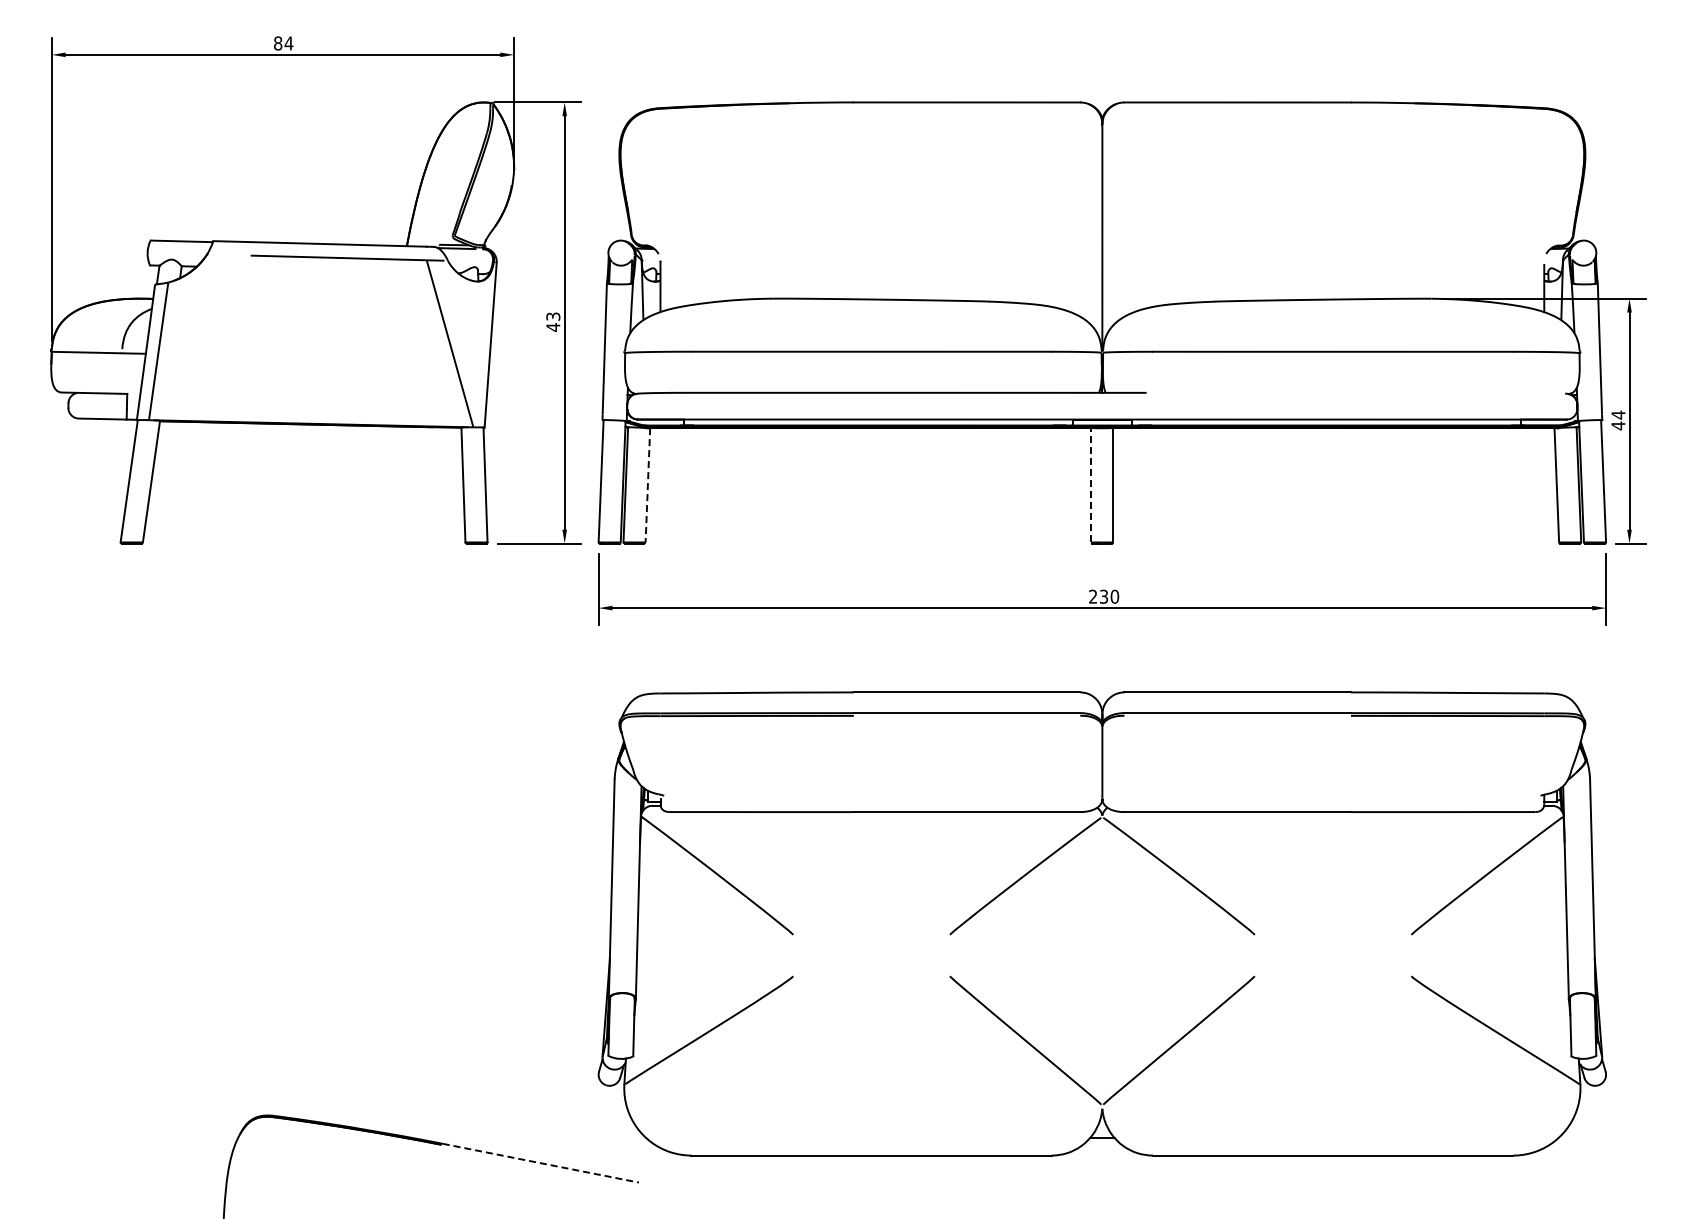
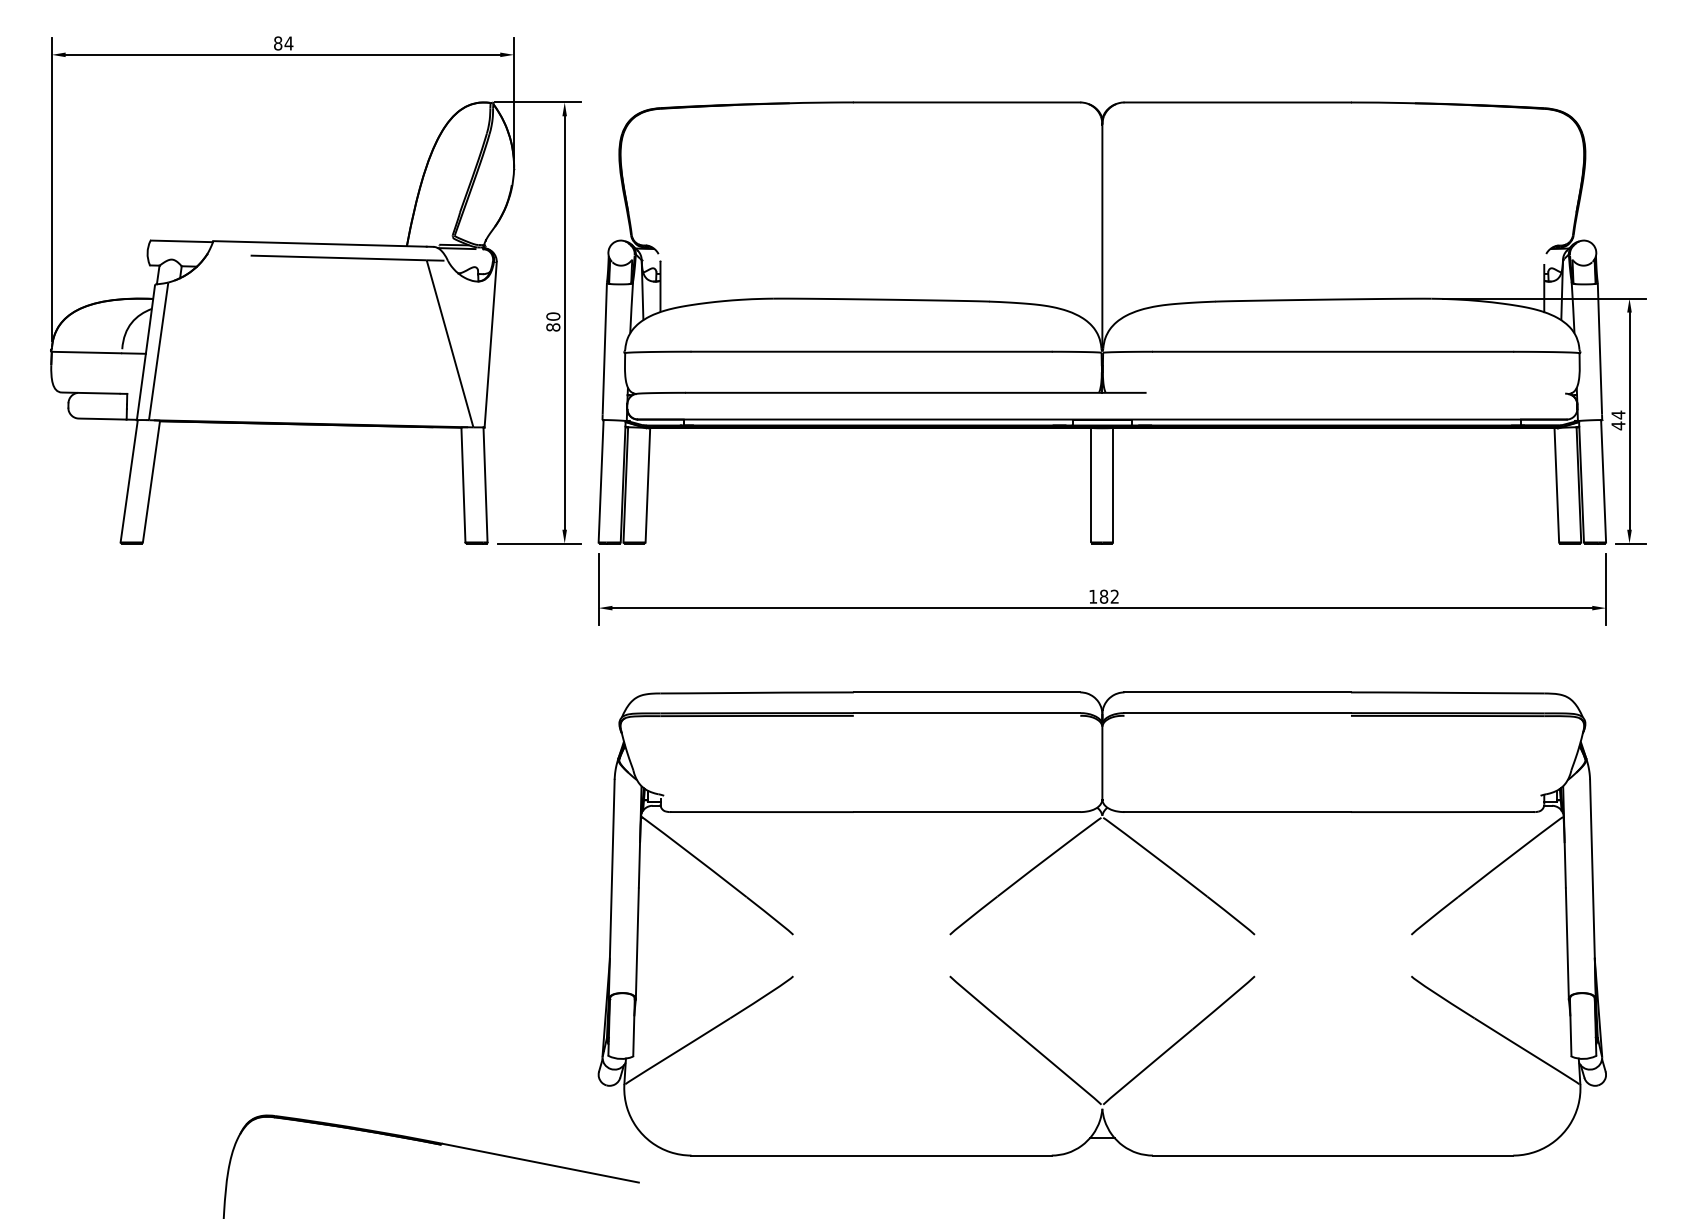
text at (553, 321): 43 -> 80
line at (1091, 484): dashed -> solid
line at (647, 485): dashed -> solid
text at (1104, 596): 230 -> 182
line at (540, 1163): dashed -> solid
